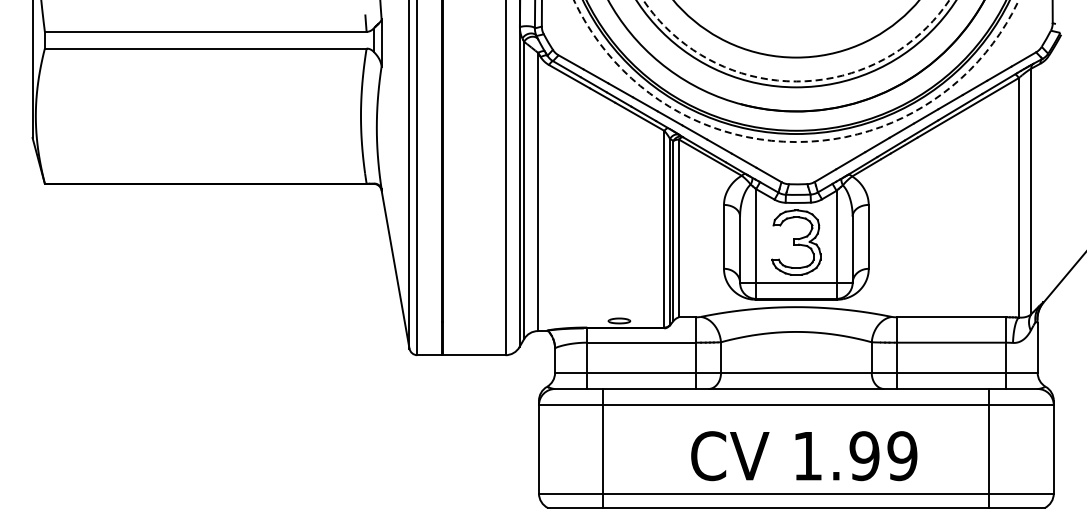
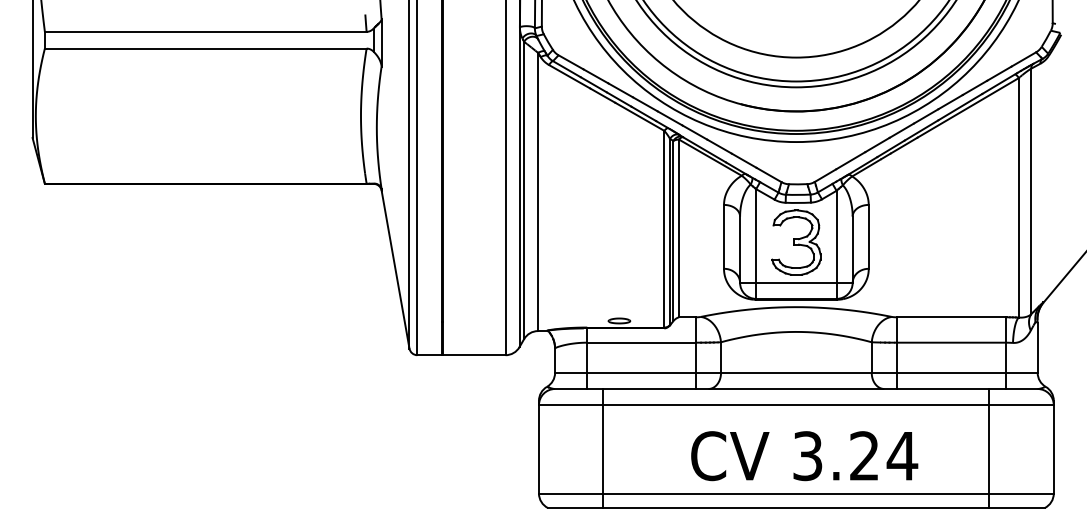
circle at (796, 40): dashed -> solid
circle at (796, 71): dashed -> solid
text at (855, 456): 1.99 -> 3.24
